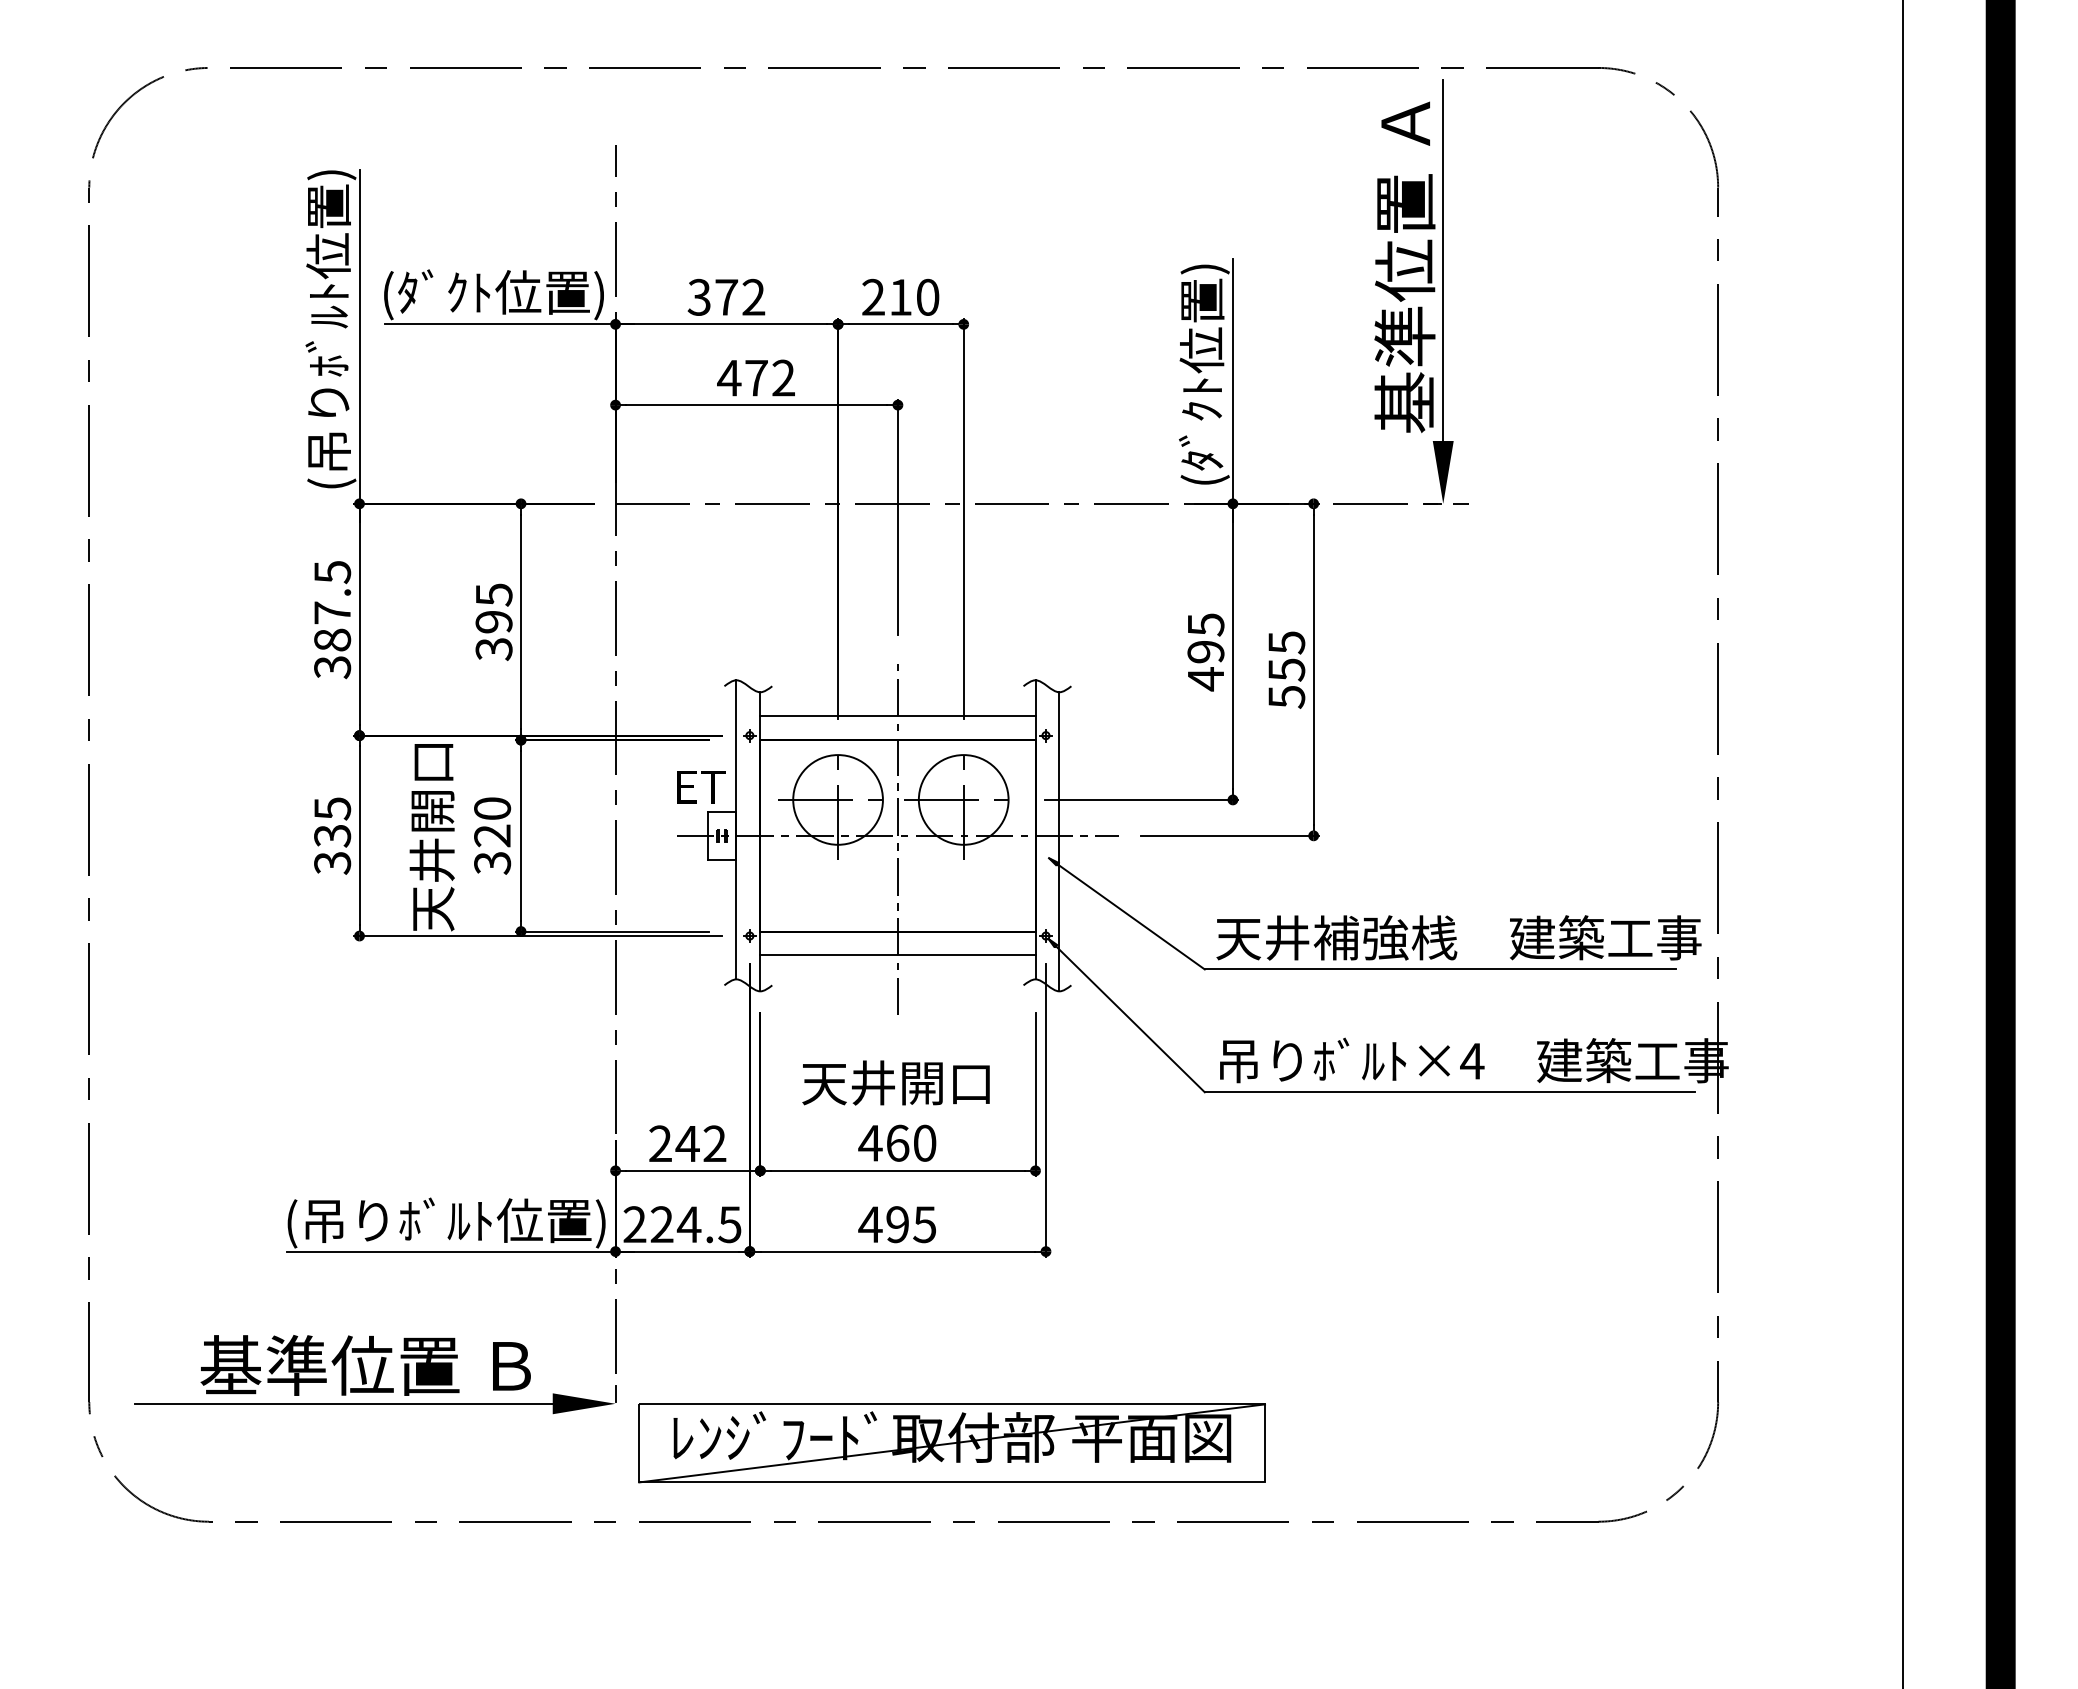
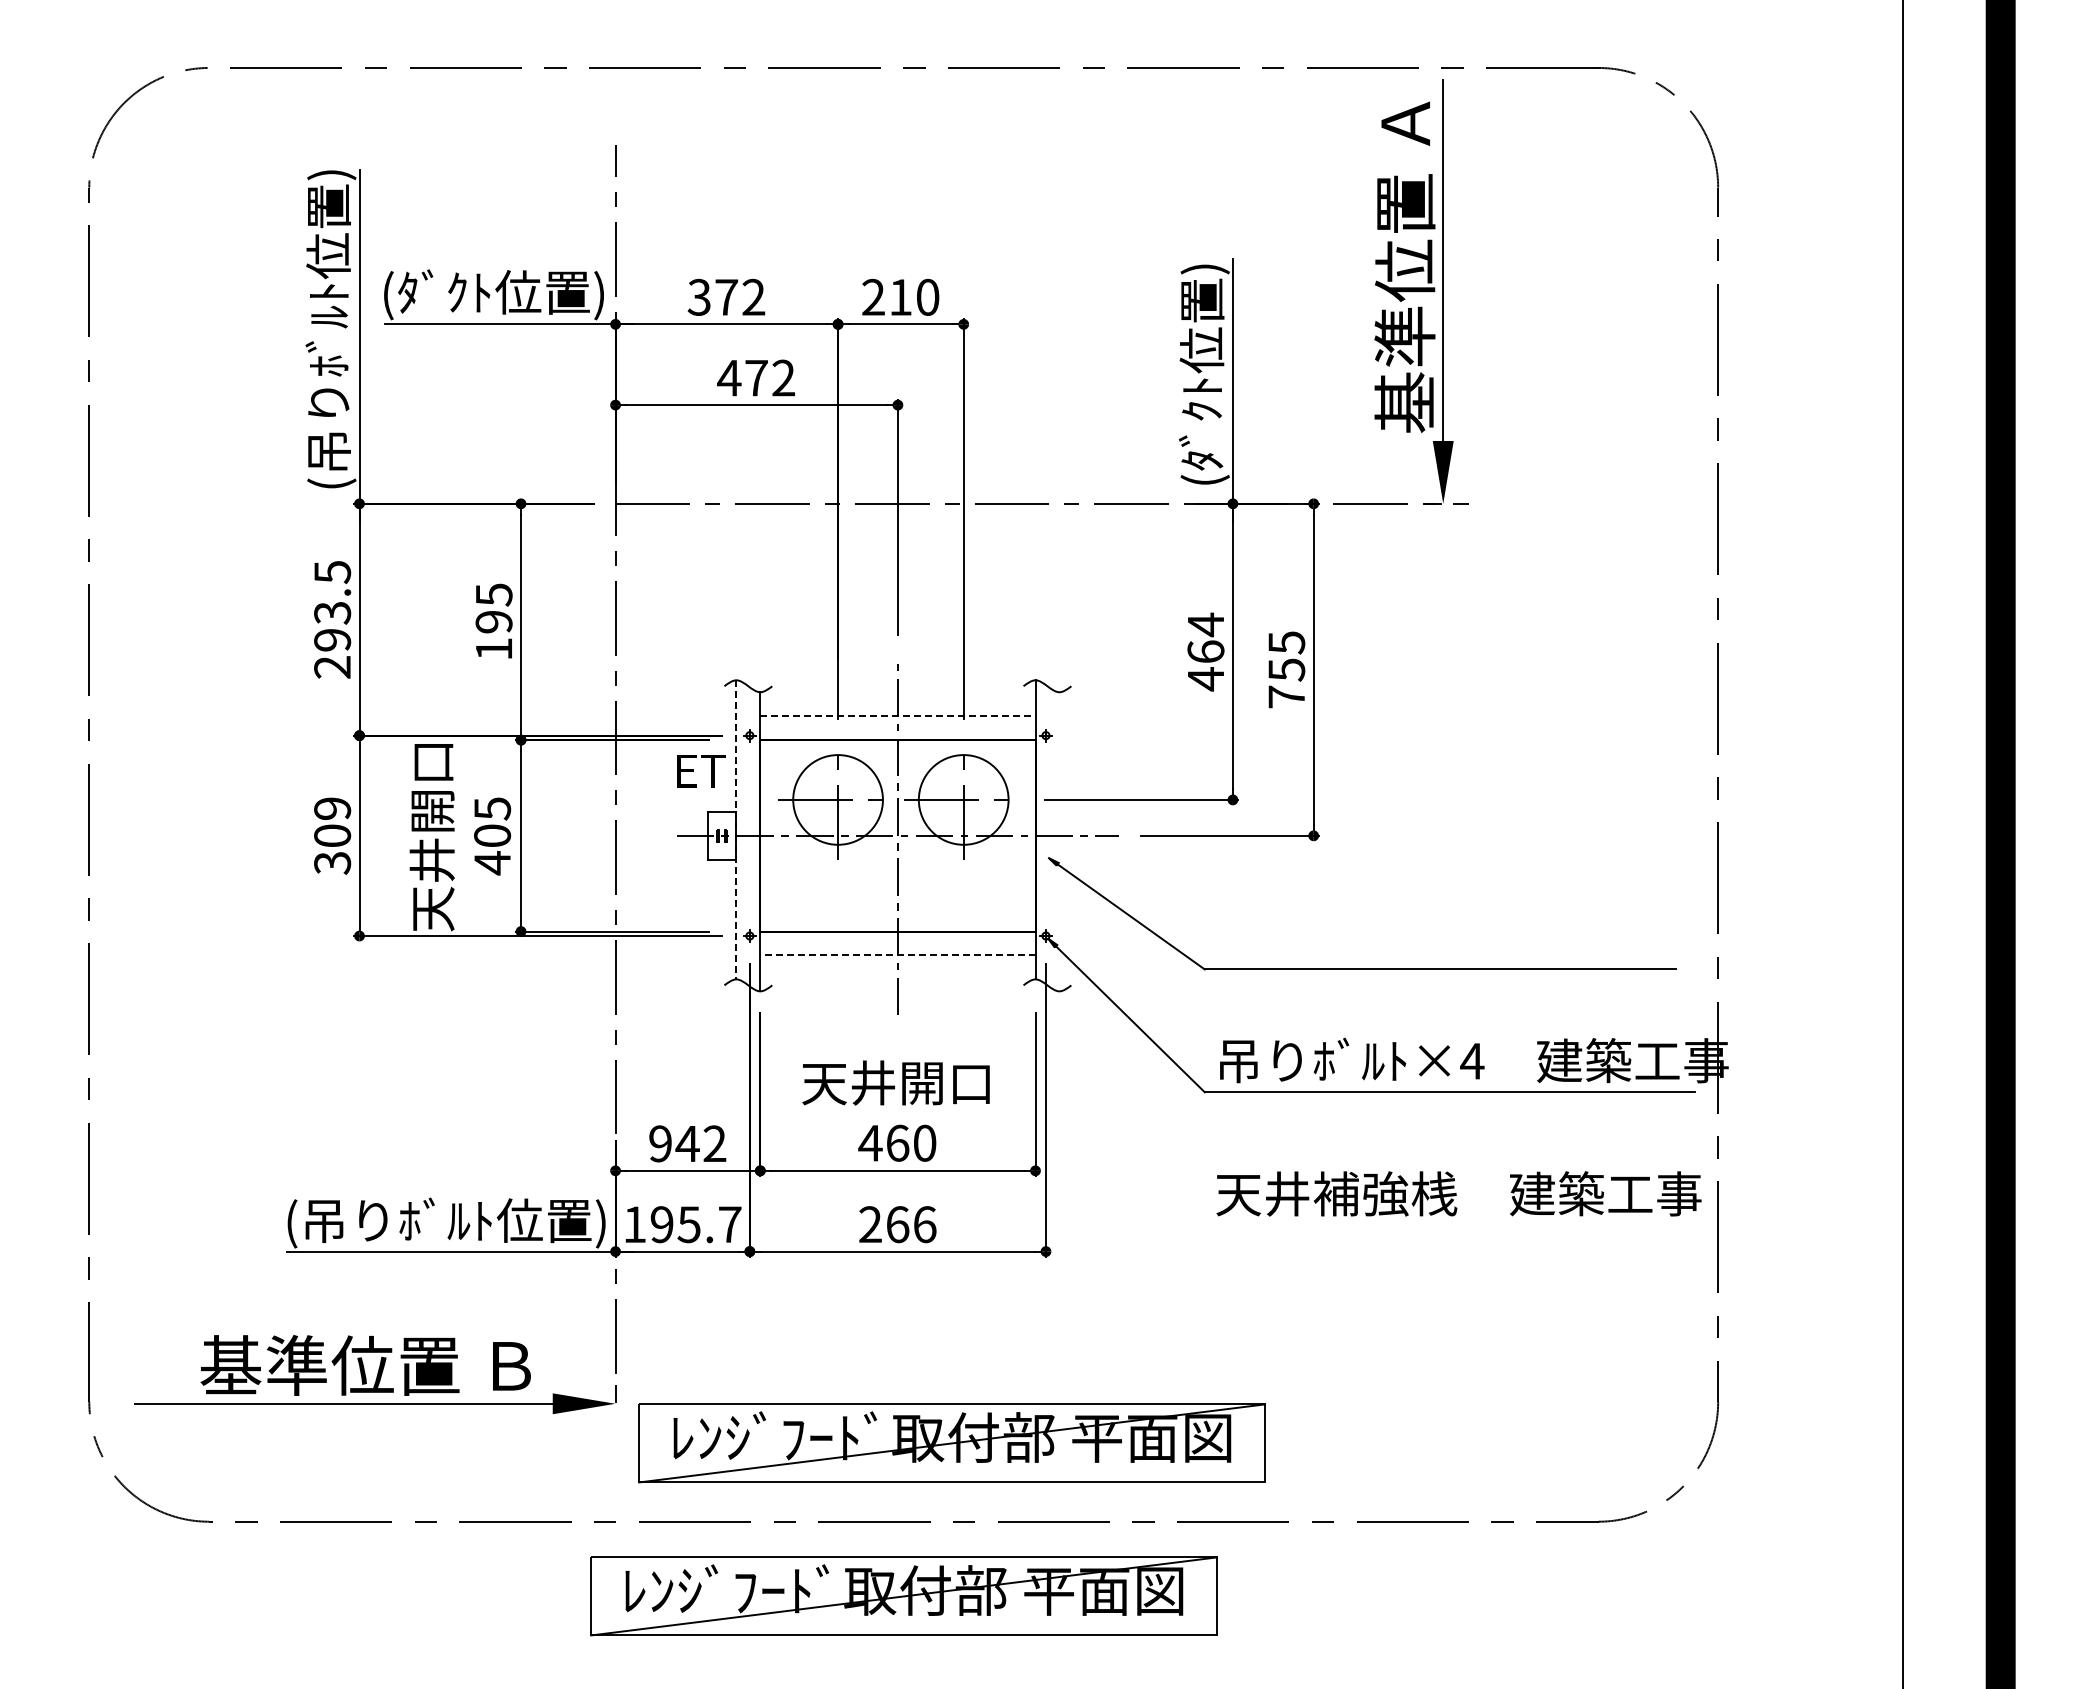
text at (1205, 637): 495 -> 464
text at (332, 640): 387.5 -> 293.5
text at (493, 649): 395 -> 195
text at (1286, 696): 555 -> 755
line at (897, 716): solid -> dashed
text at (701, 787) position: (701, 787) -> (701, 771)
text at (332, 822): 335 -> 309
line at (736, 829): solid -> dashed
text at (492, 836): 320 -> 405
line at (1059, 841): present -> none
text at (1458, 937) position: (1458, 937) -> (1458, 1193)
line at (897, 955): solid -> dashed
text at (660, 1144): 242 -> 942
text at (682, 1224): 224.5 -> 195.7
text at (897, 1224): 495 -> 266
part at (903, 1596): none -> present
